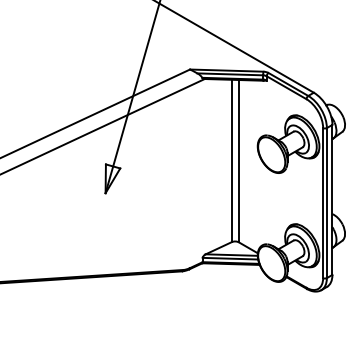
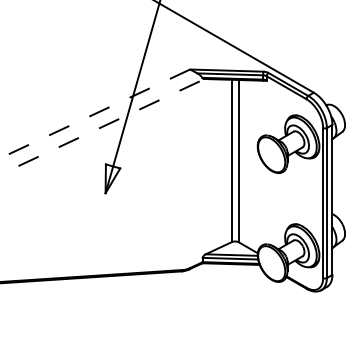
line at (95, 113): solid -> dashed
line at (102, 126): solid -> dashed
